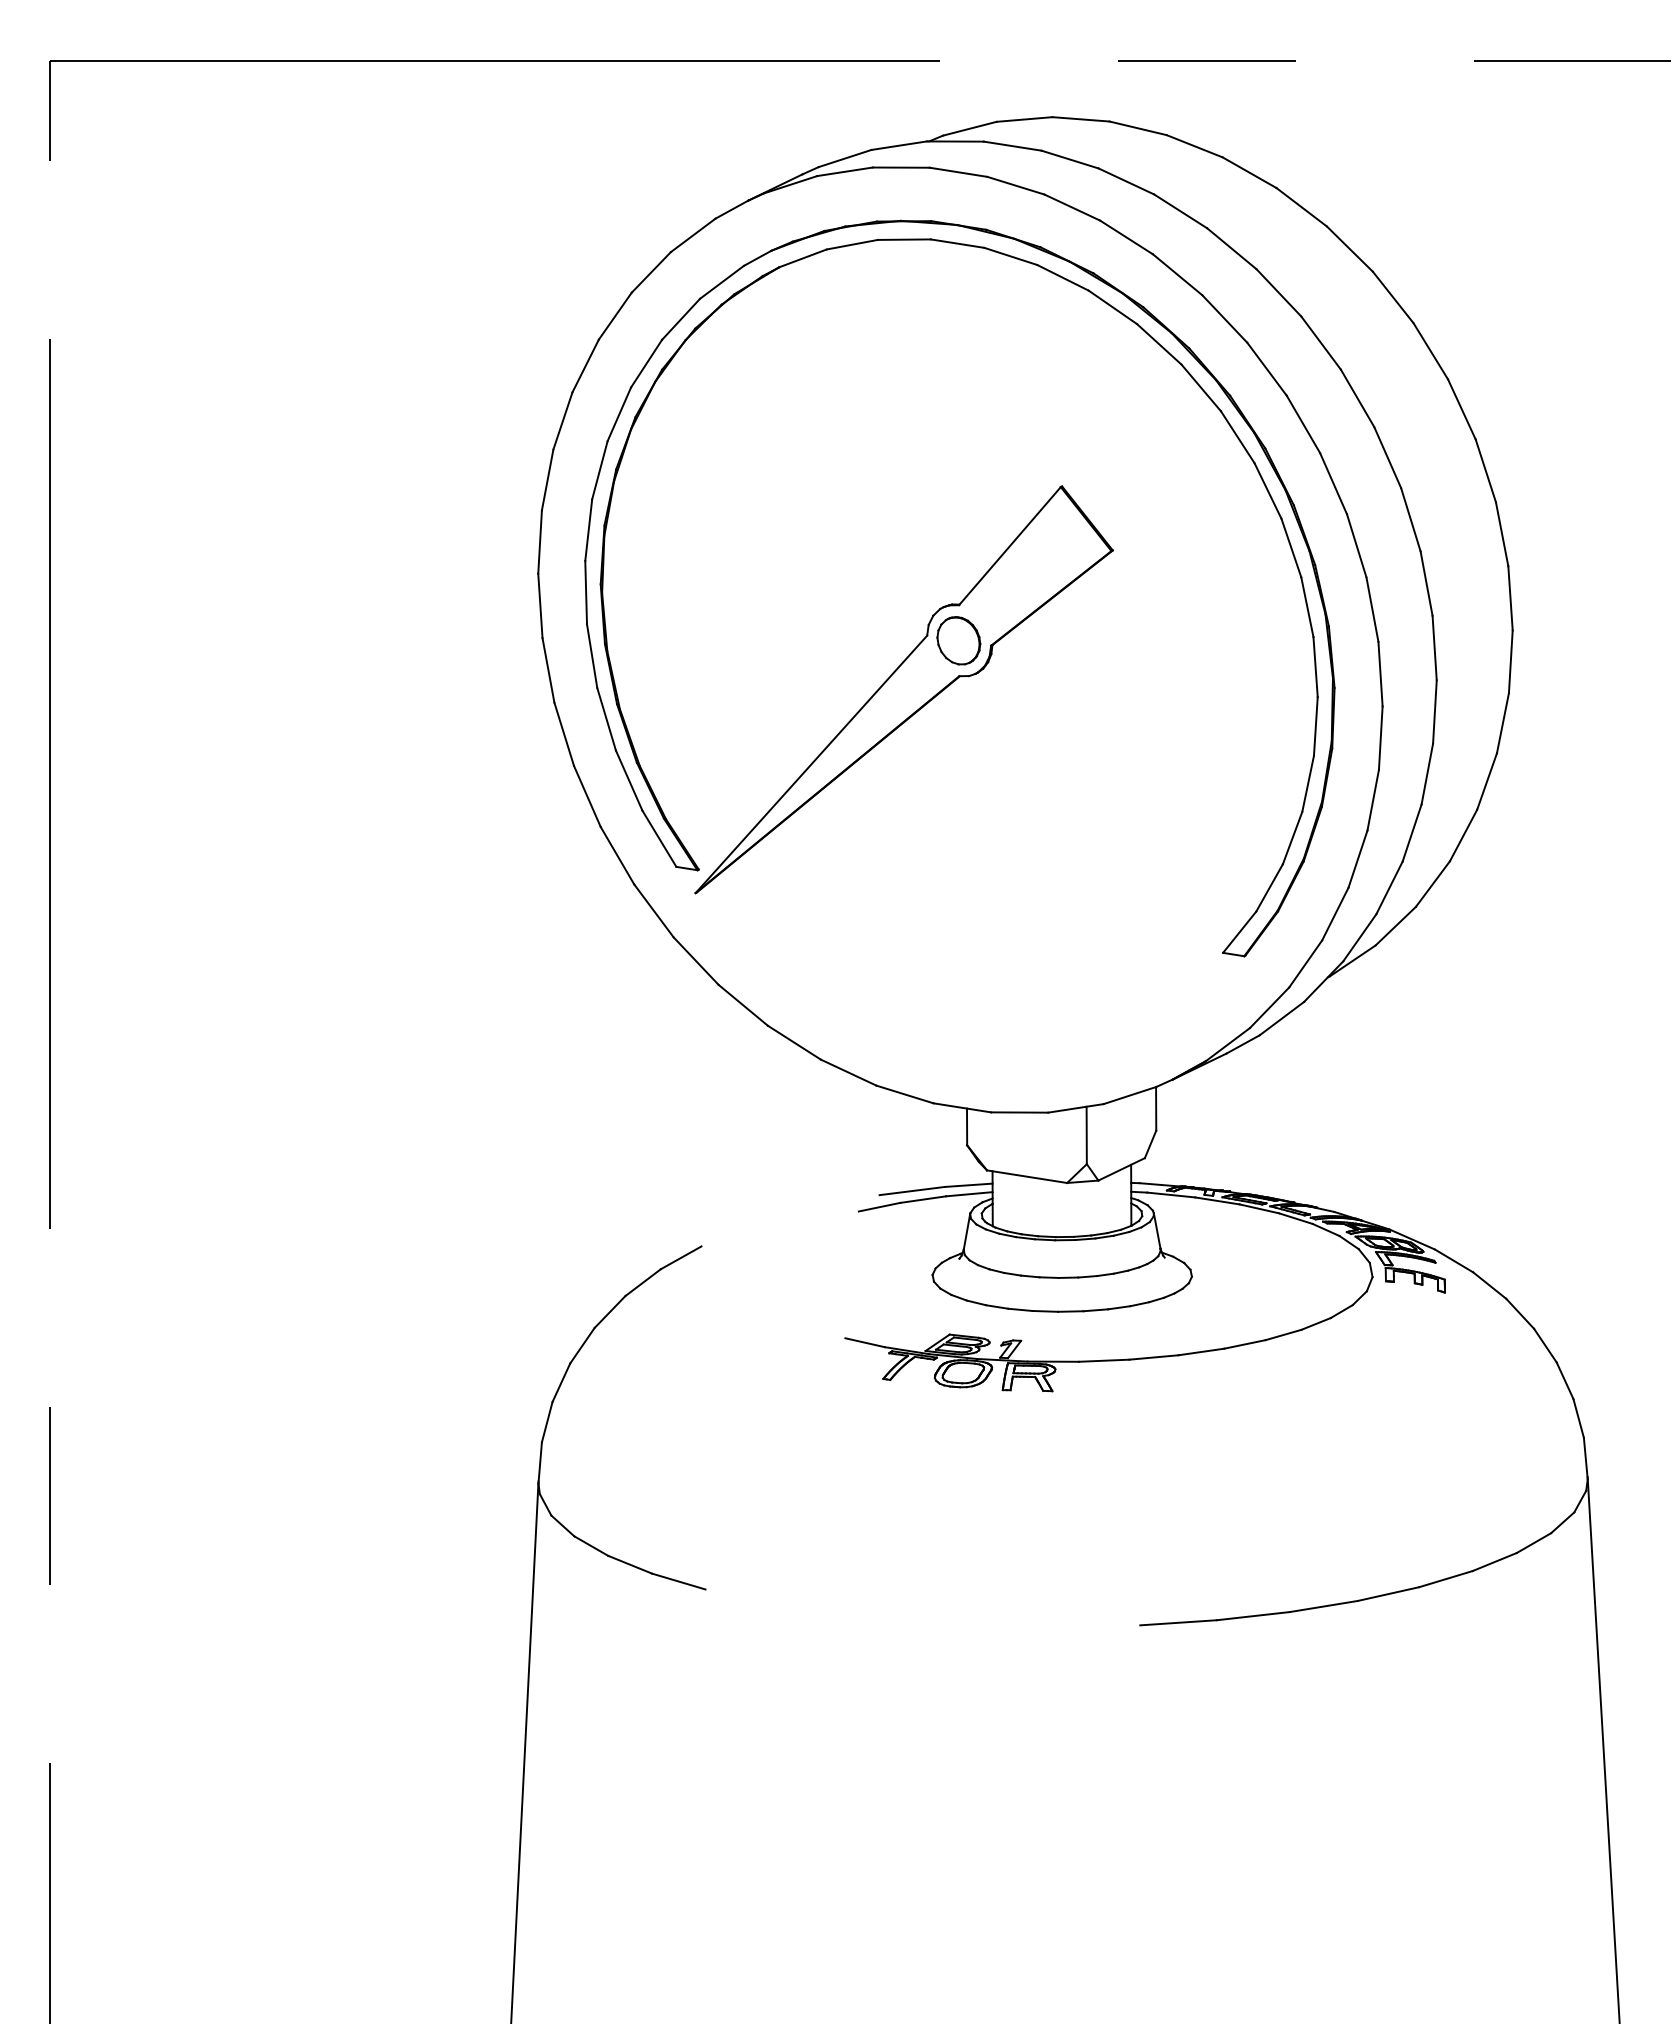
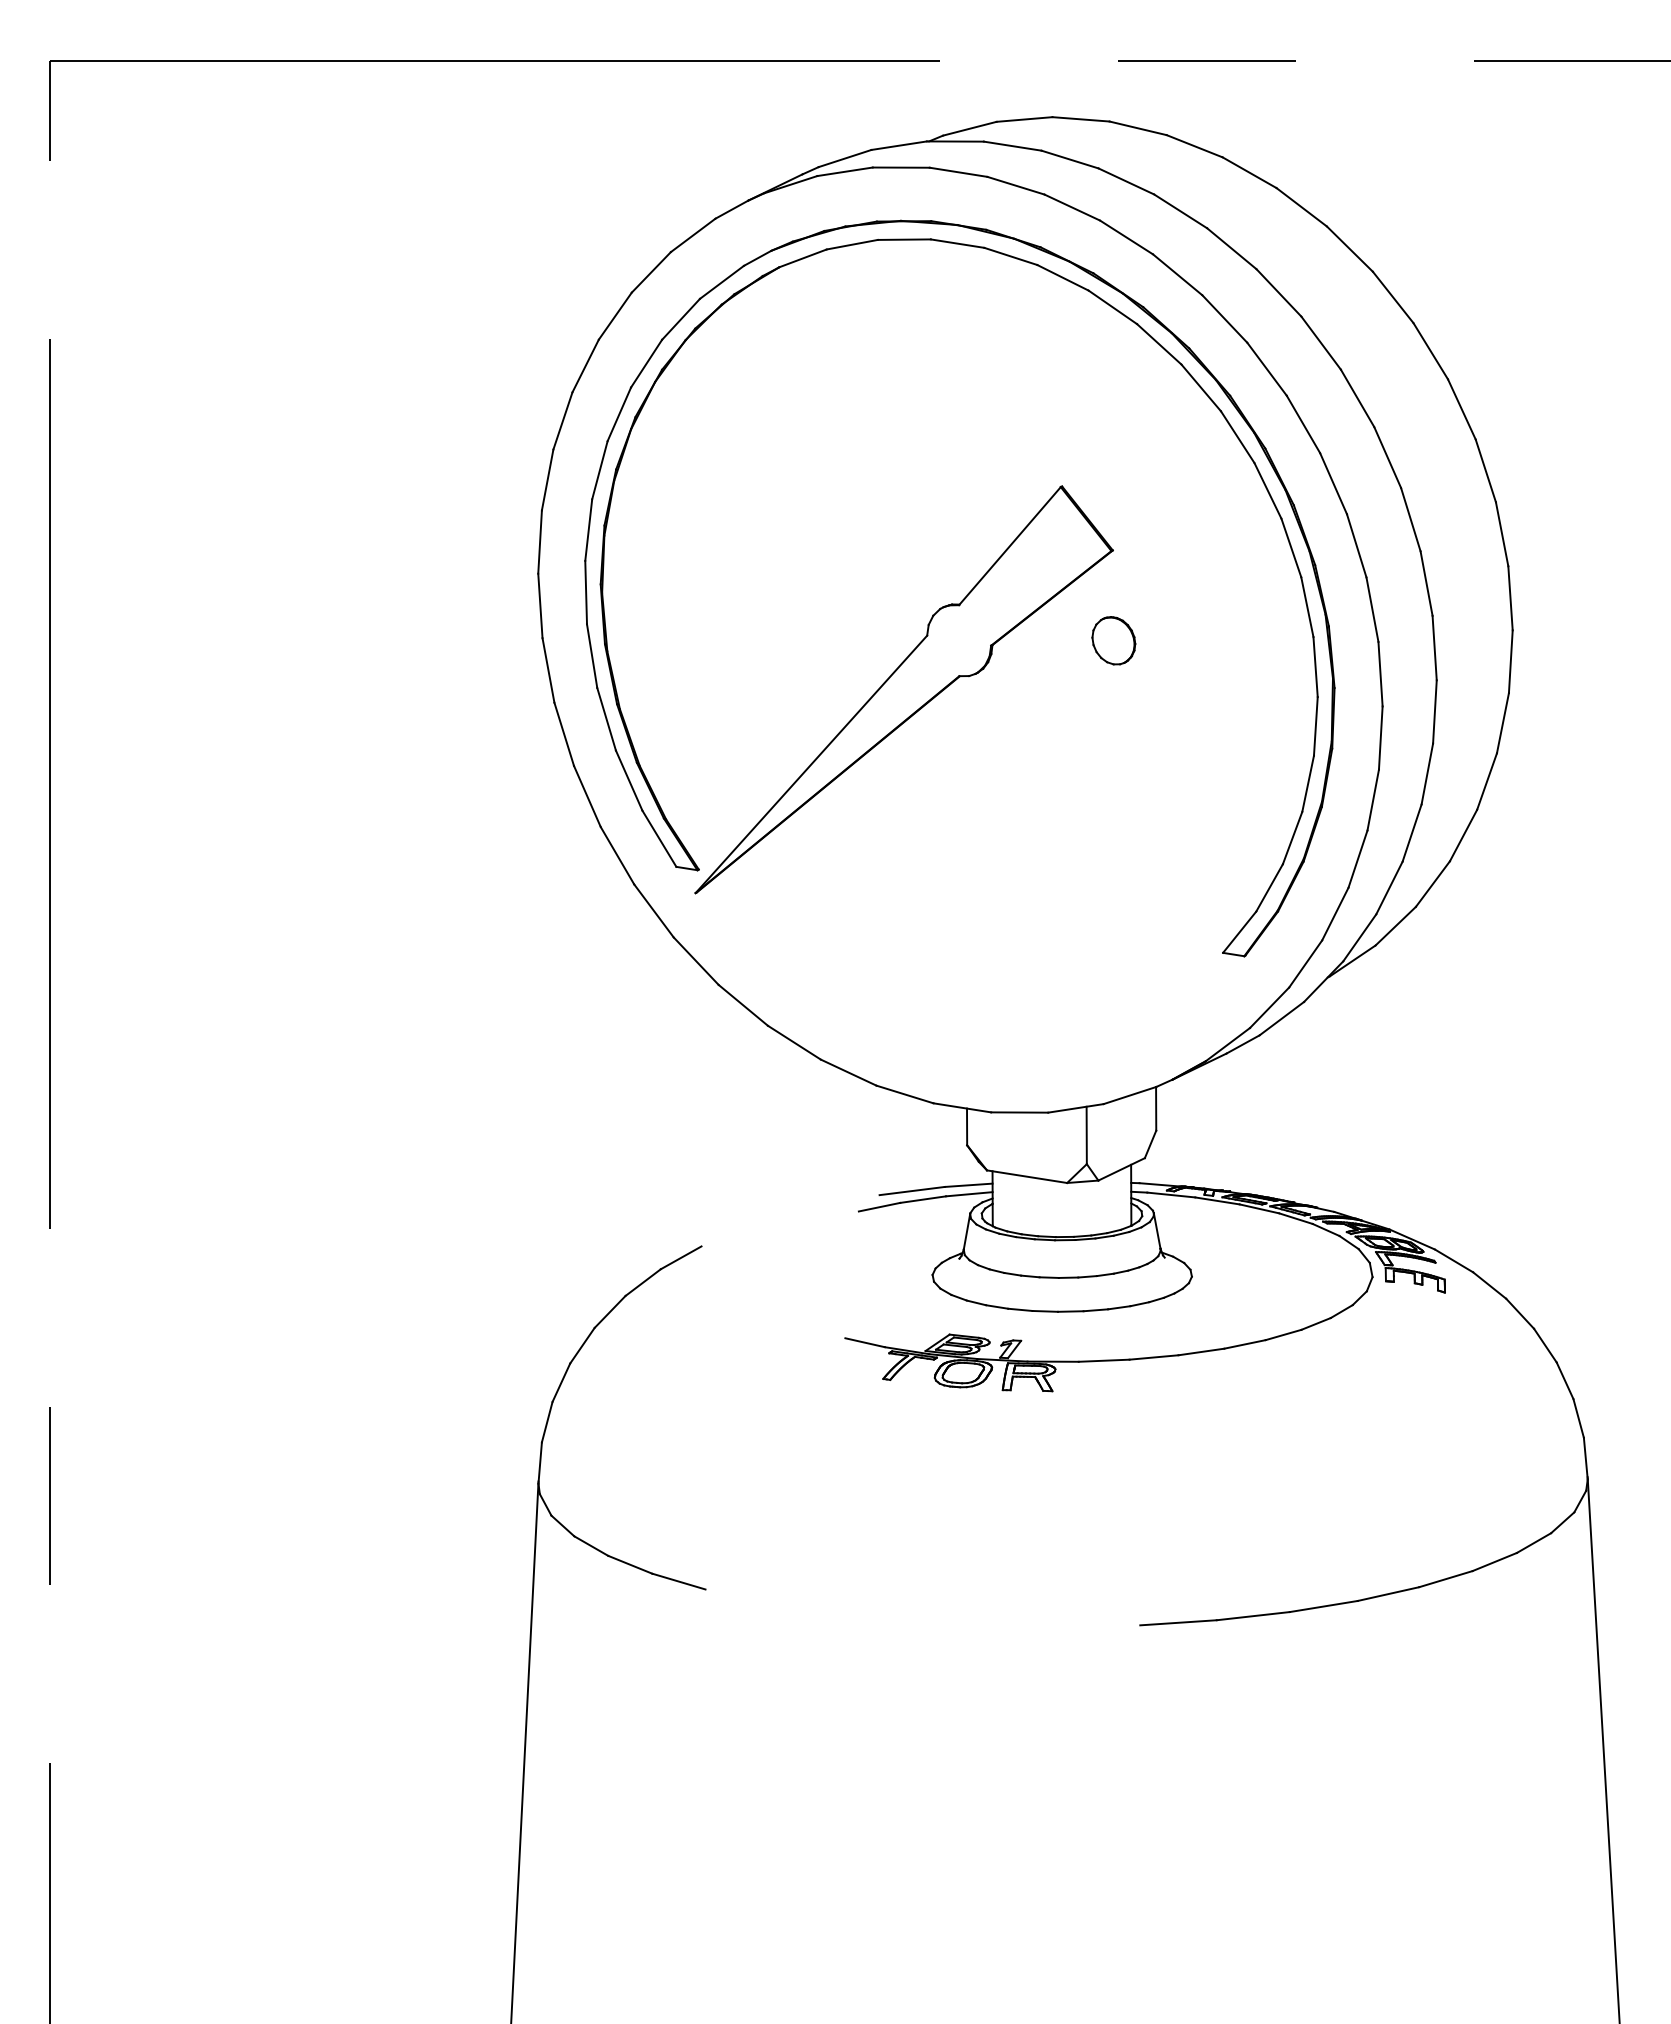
part at (958, 640) position: (958, 640) -> (1113, 640)
